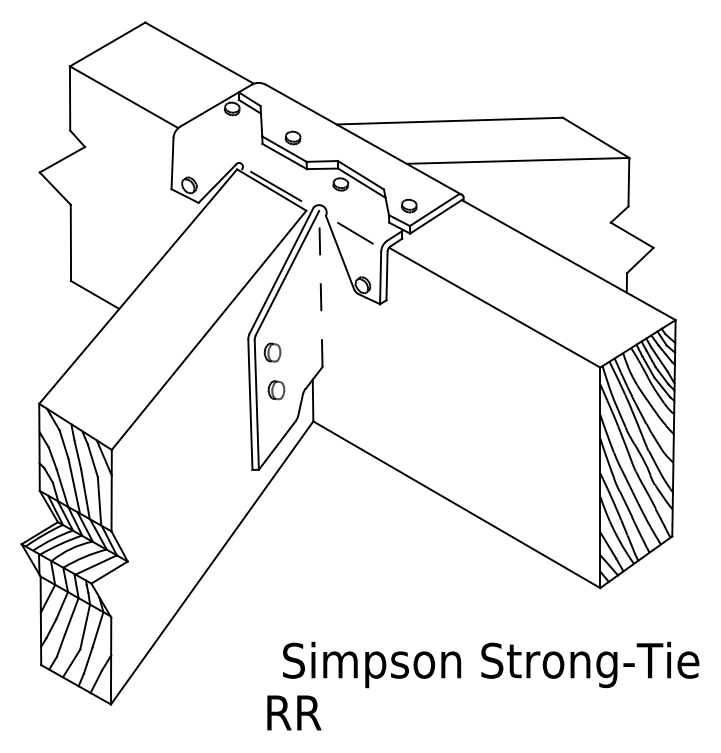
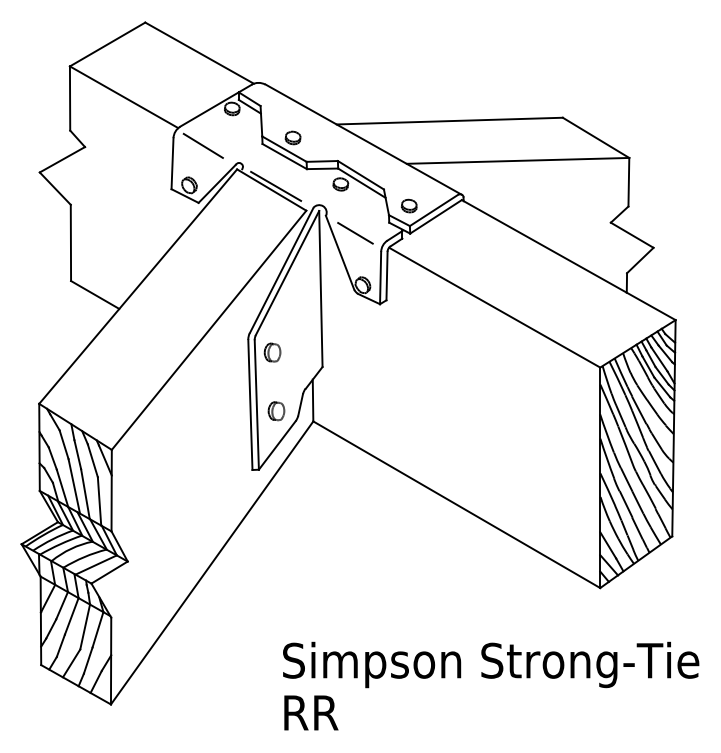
line at (202, 145): none -> present
line at (320, 288): dashed -> solid
part at (276, 390) position: (276, 390) -> (276, 411)
text at (294, 712) position: (294, 712) -> (311, 712)
